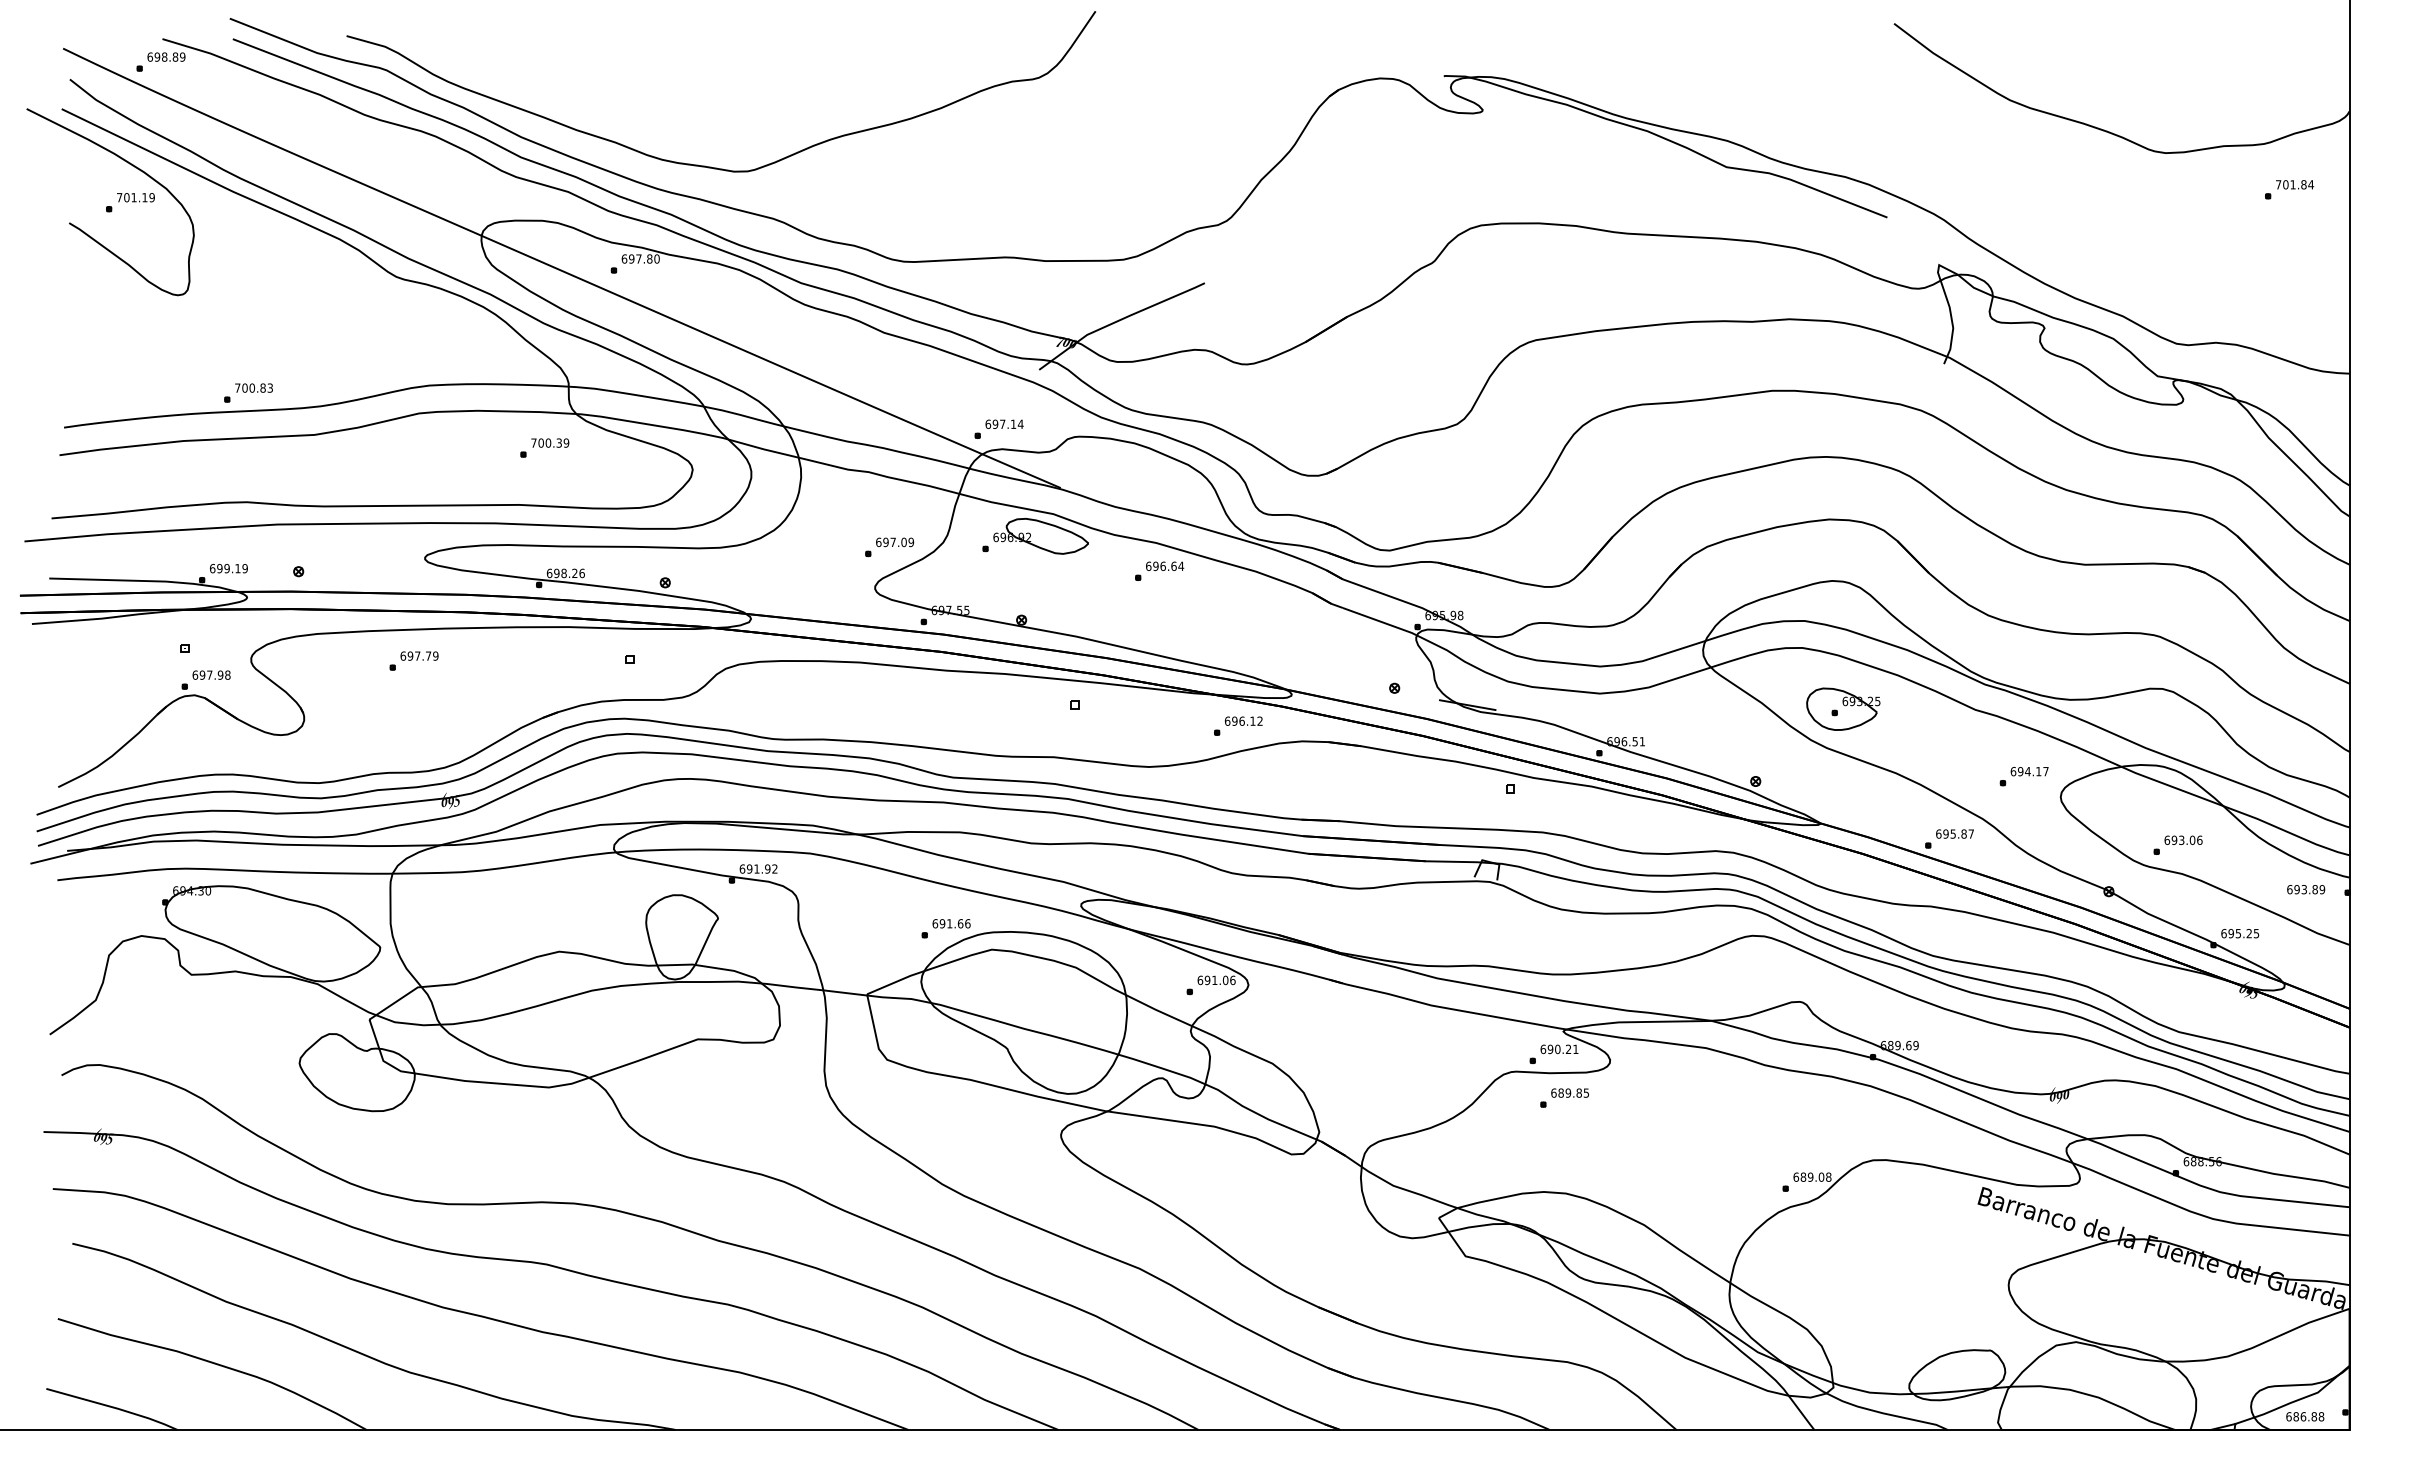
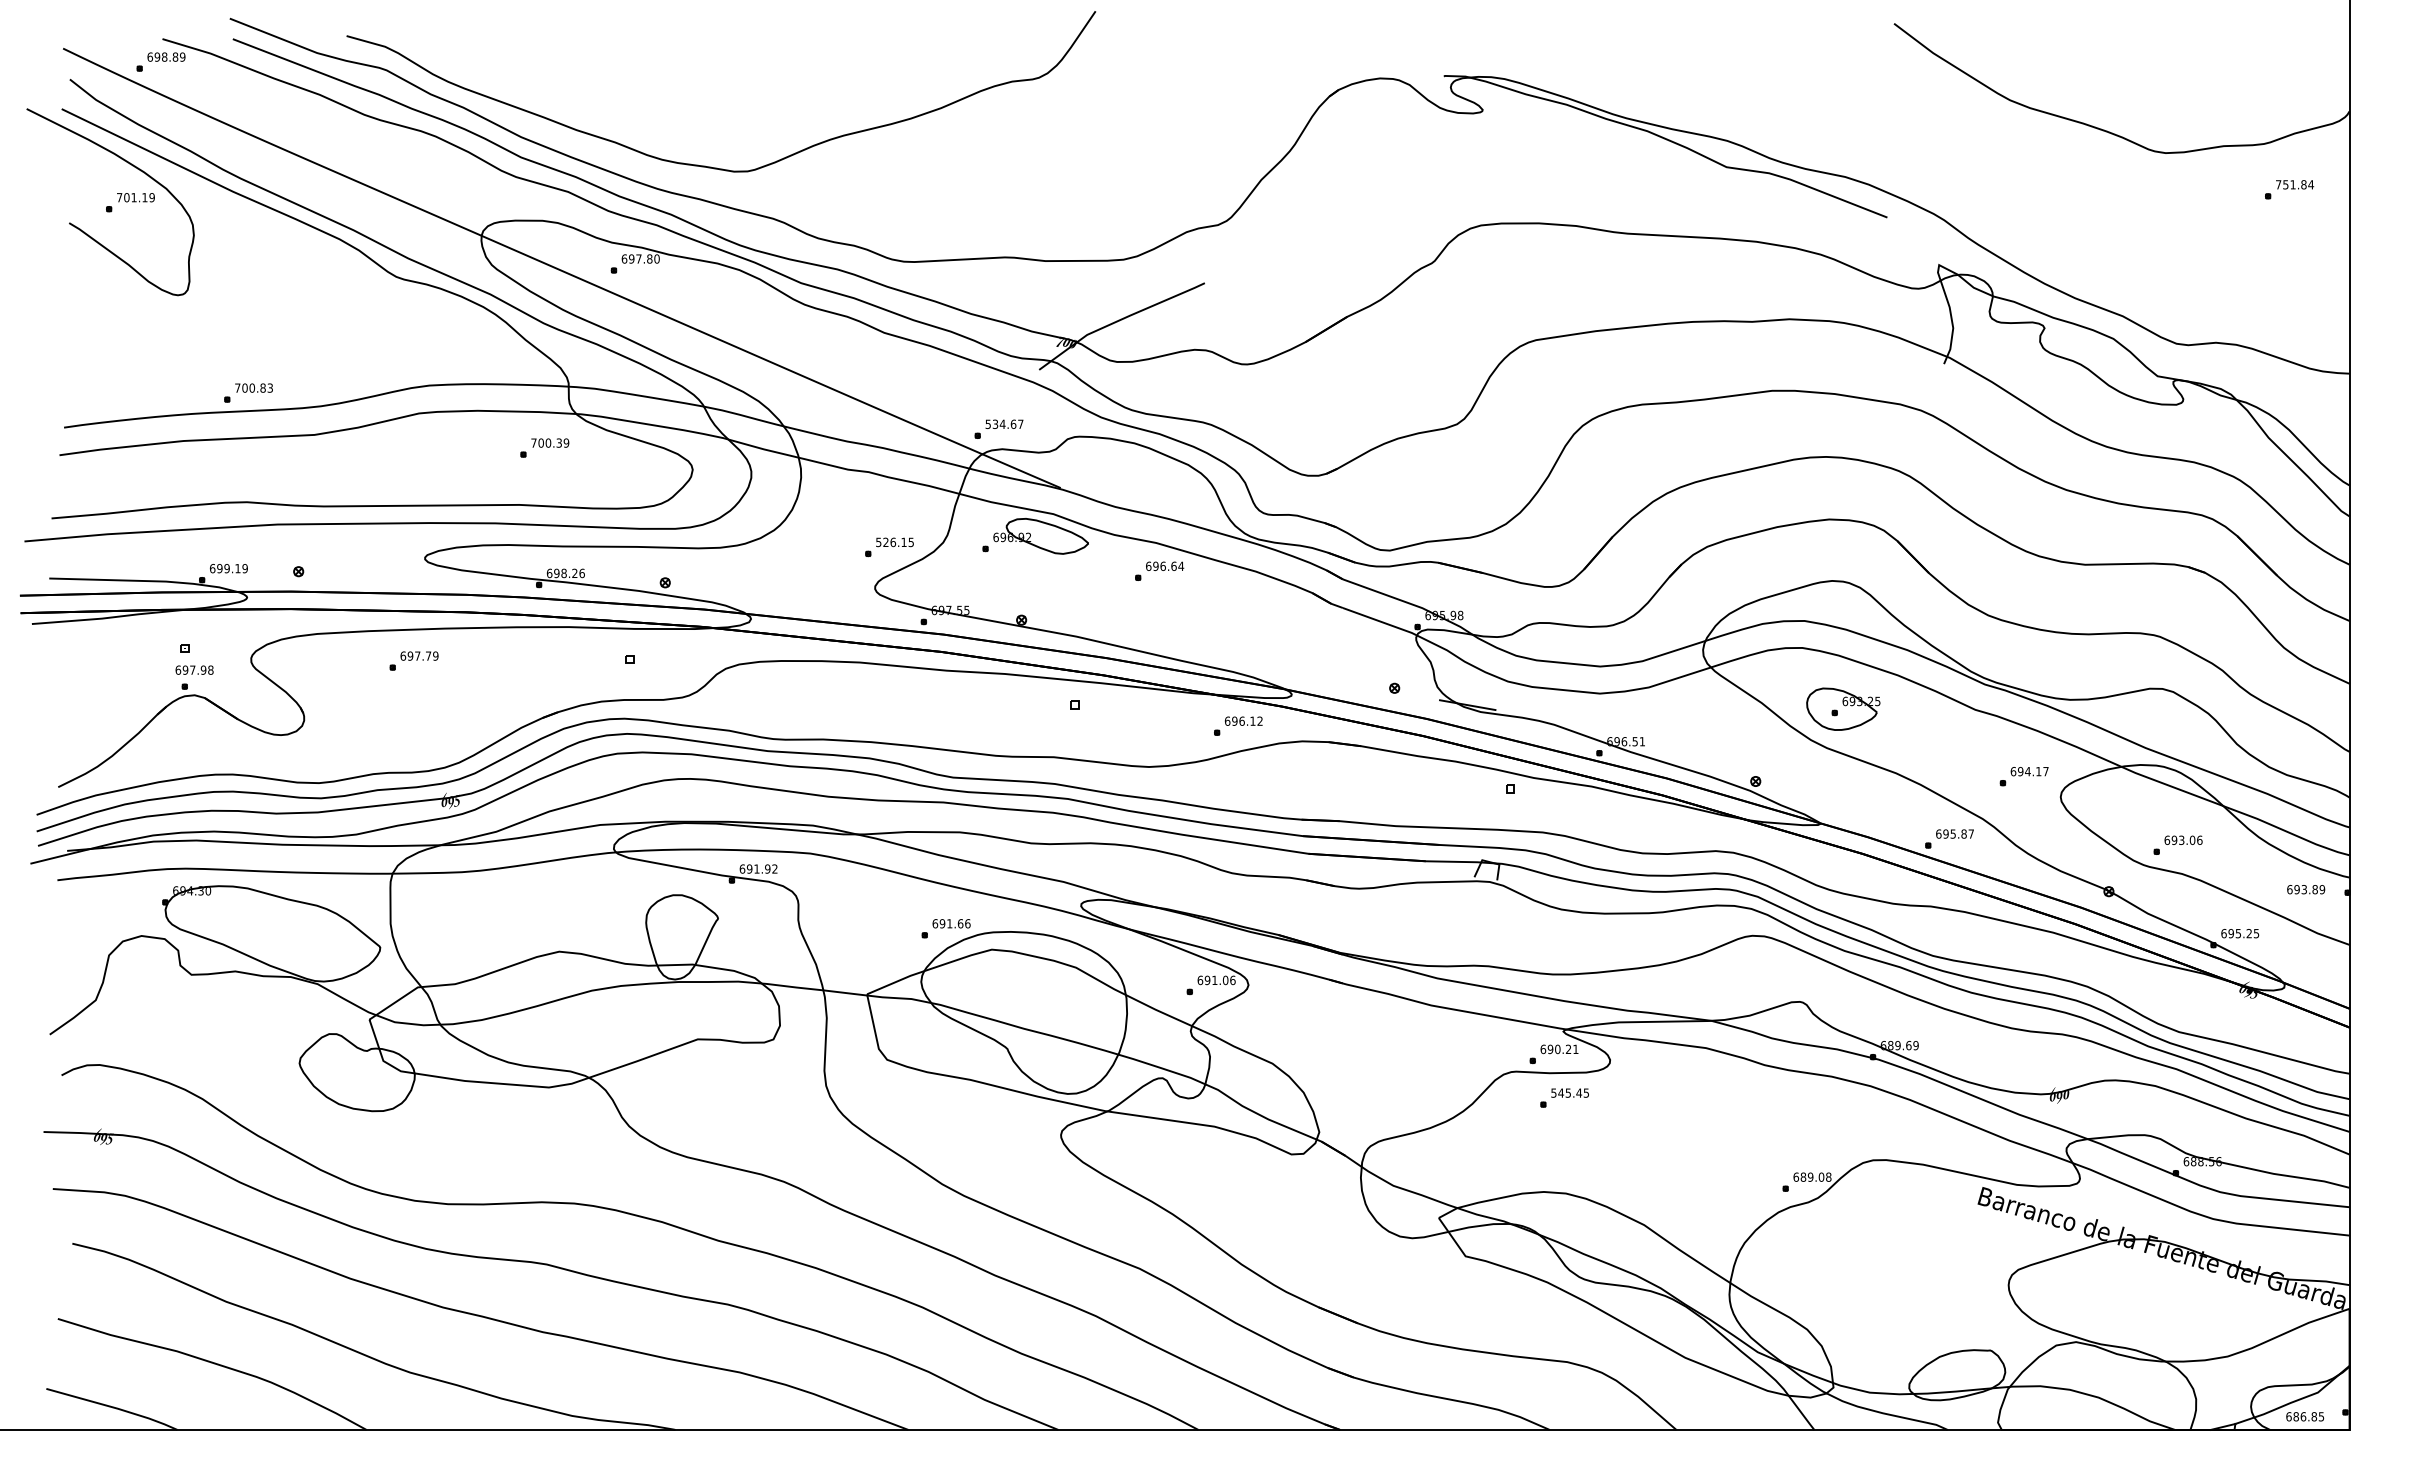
text at (2285, 184): 701.84 -> 751.84
text at (1004, 423): 697.14 -> 534.67
text at (895, 542): 697.09 -> 526.15
text at (211, 674) position: (211, 674) -> (194, 669)
text at (1566, 1092): 689.85 -> 545.45
text at (2321, 1416): 686.88 -> 686.85
